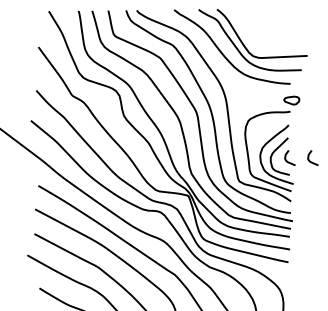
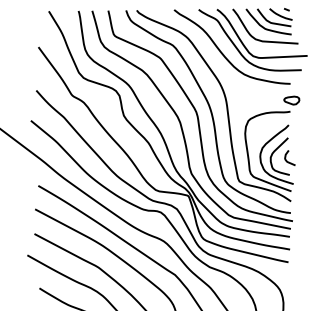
part at (265, 26): none -> present
curve at (309, 157): present -> none
